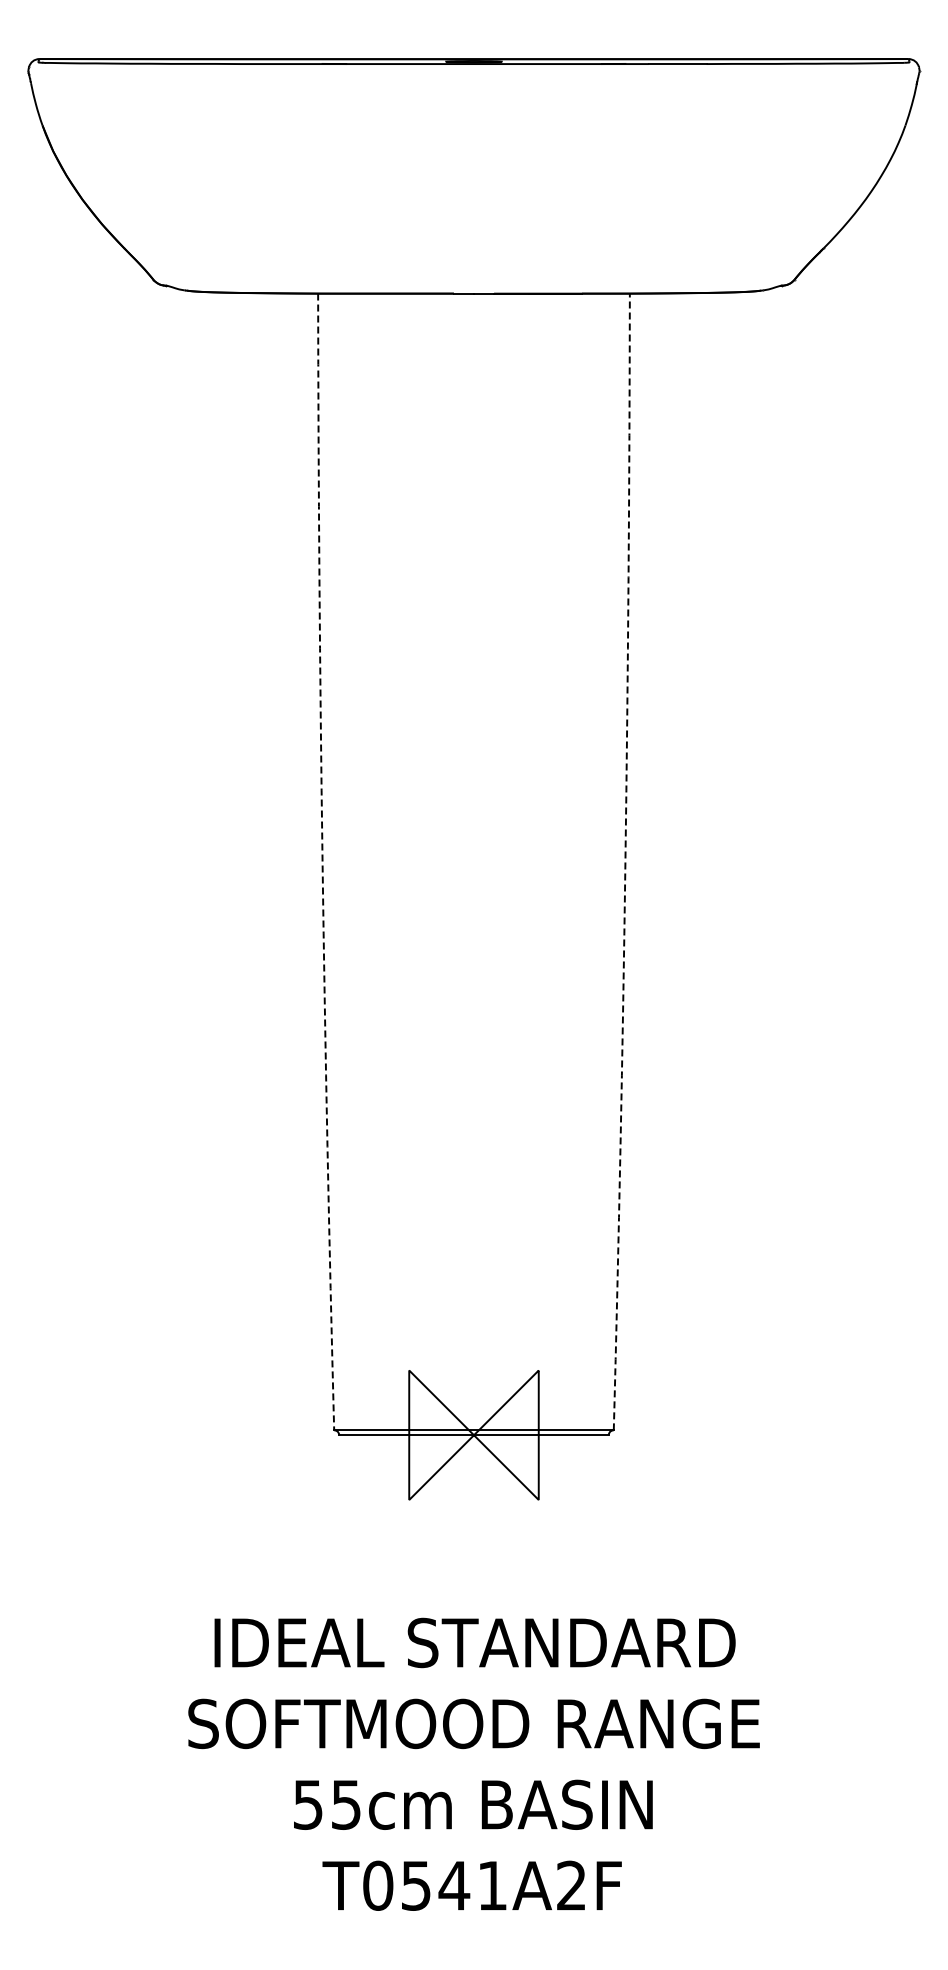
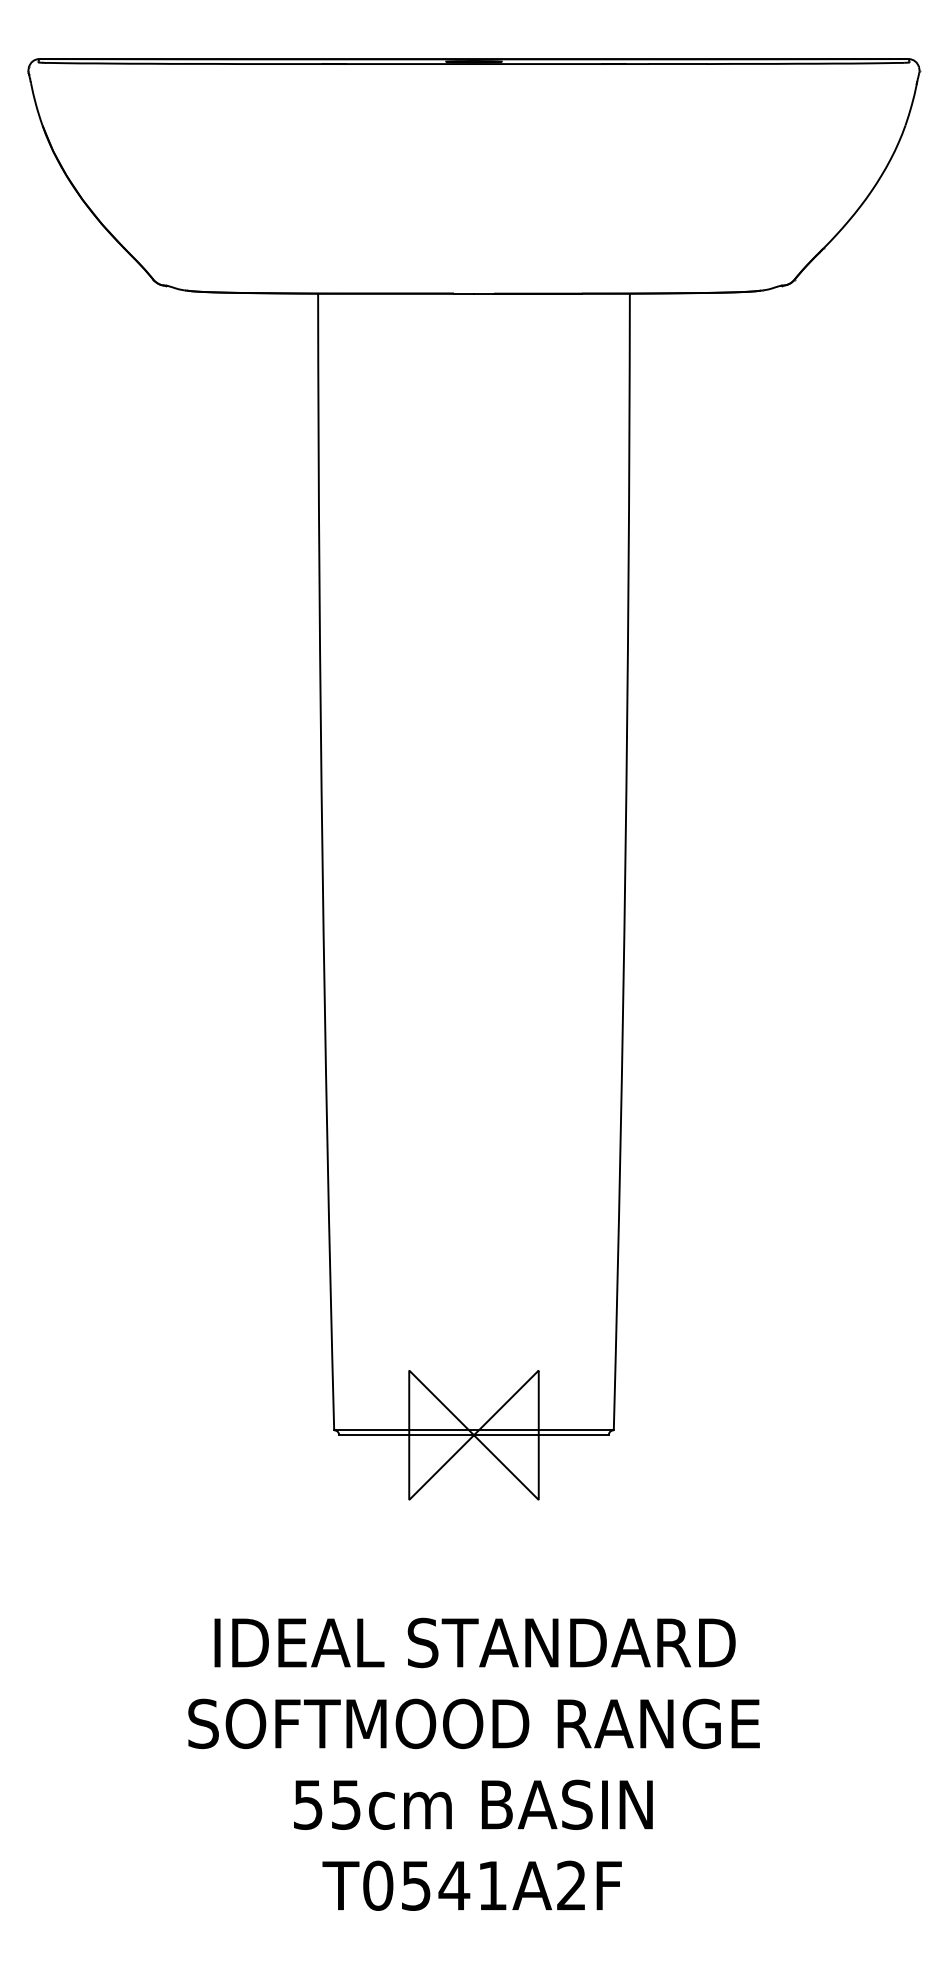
arc at (322, 862): dashed -> solid
arc at (625, 862): dashed -> solid
